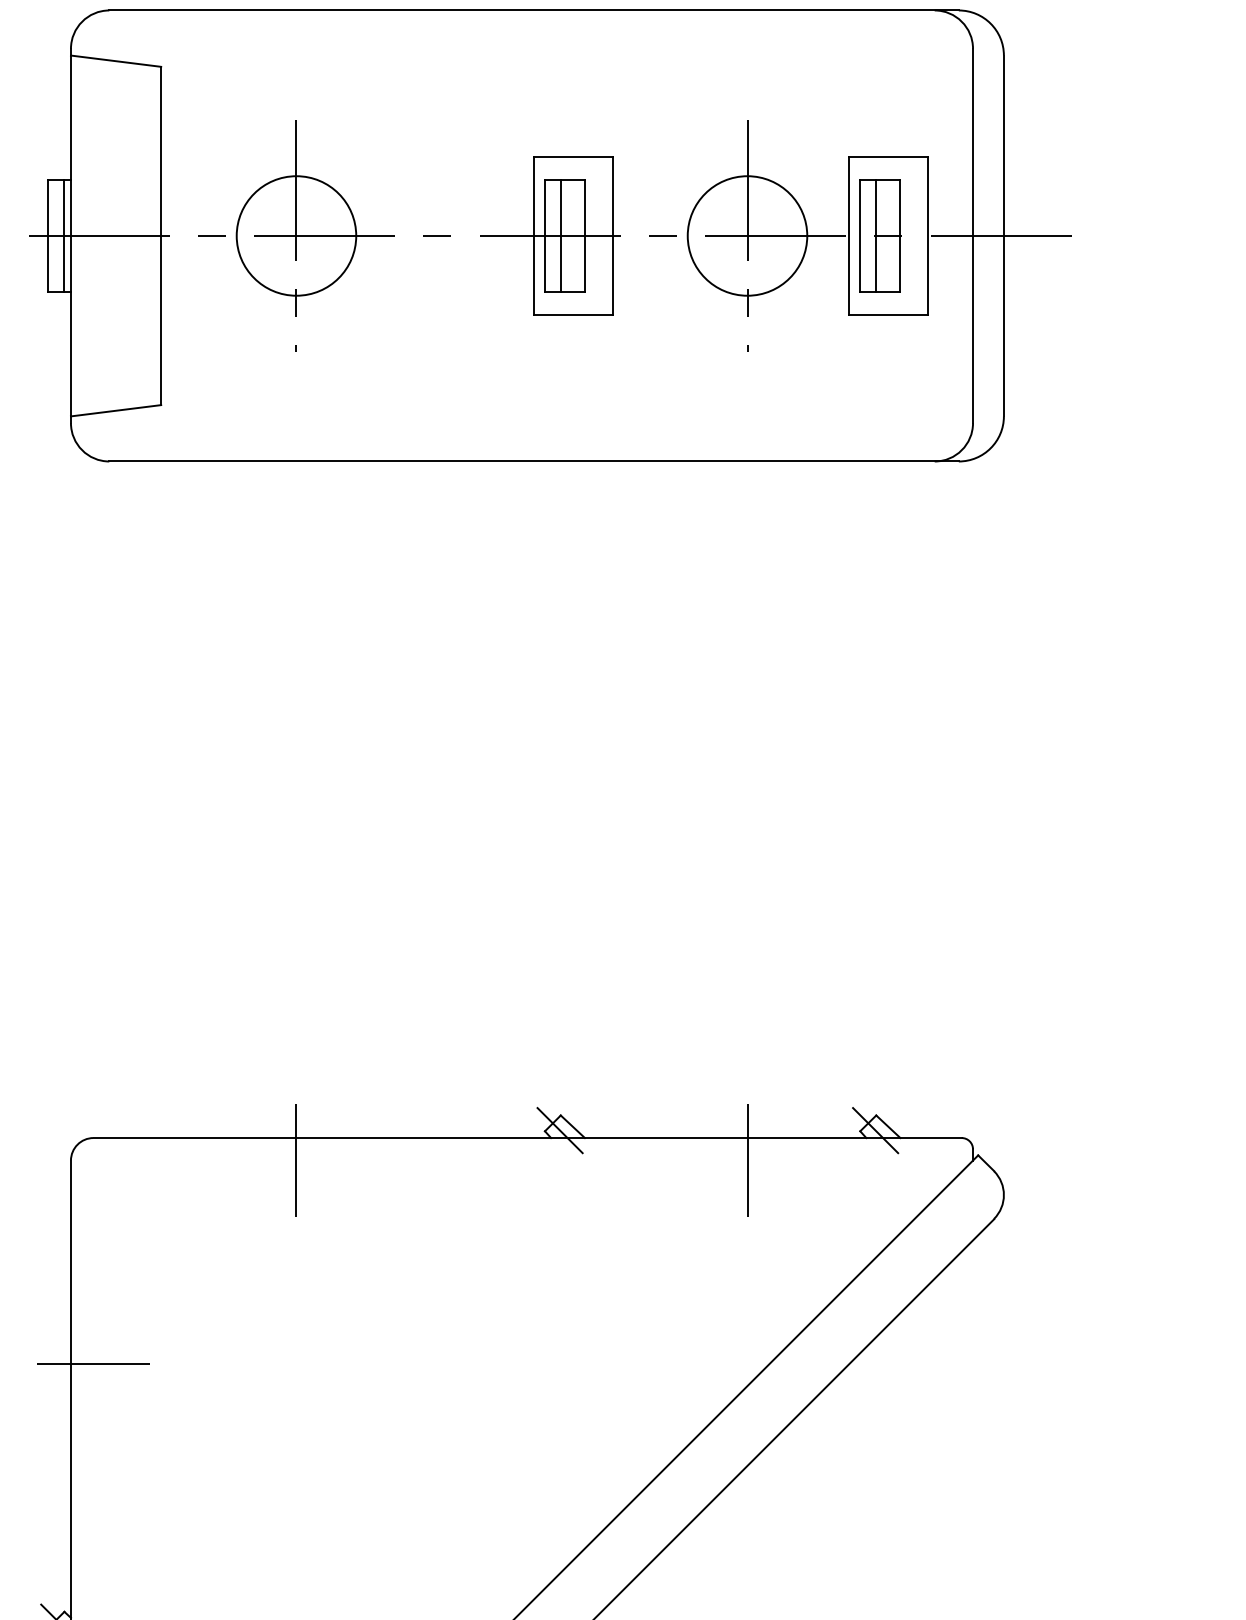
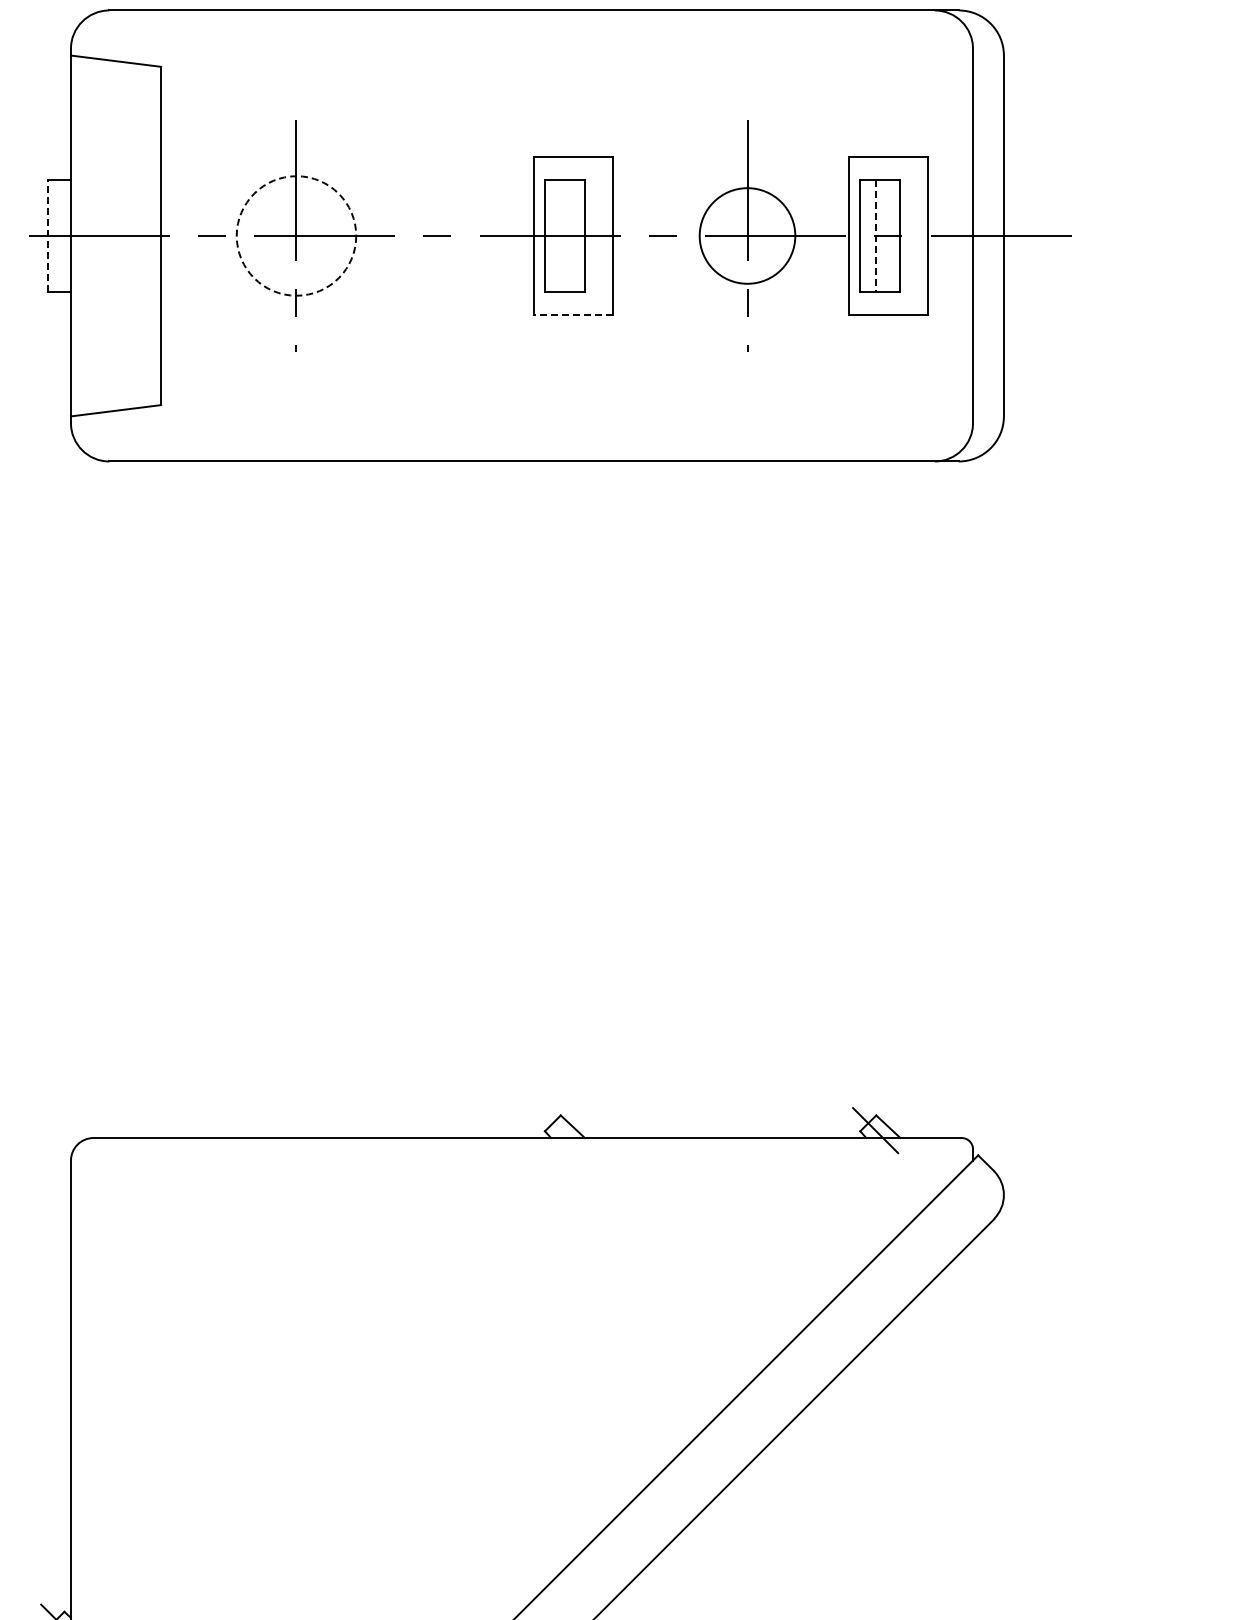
line at (48, 235): solid -> dashed
line at (64, 235): present -> none
circle at (296, 235): solid -> dashed
line at (560, 235): present -> none
circle at (747, 235) diameter: 120 px -> 96 px
line at (876, 236): solid -> dashed
line at (572, 314): solid -> dashed
line at (559, 1130): present -> none
line at (296, 1160): present -> none
line at (747, 1160): present -> none
line at (93, 1363): present -> none
